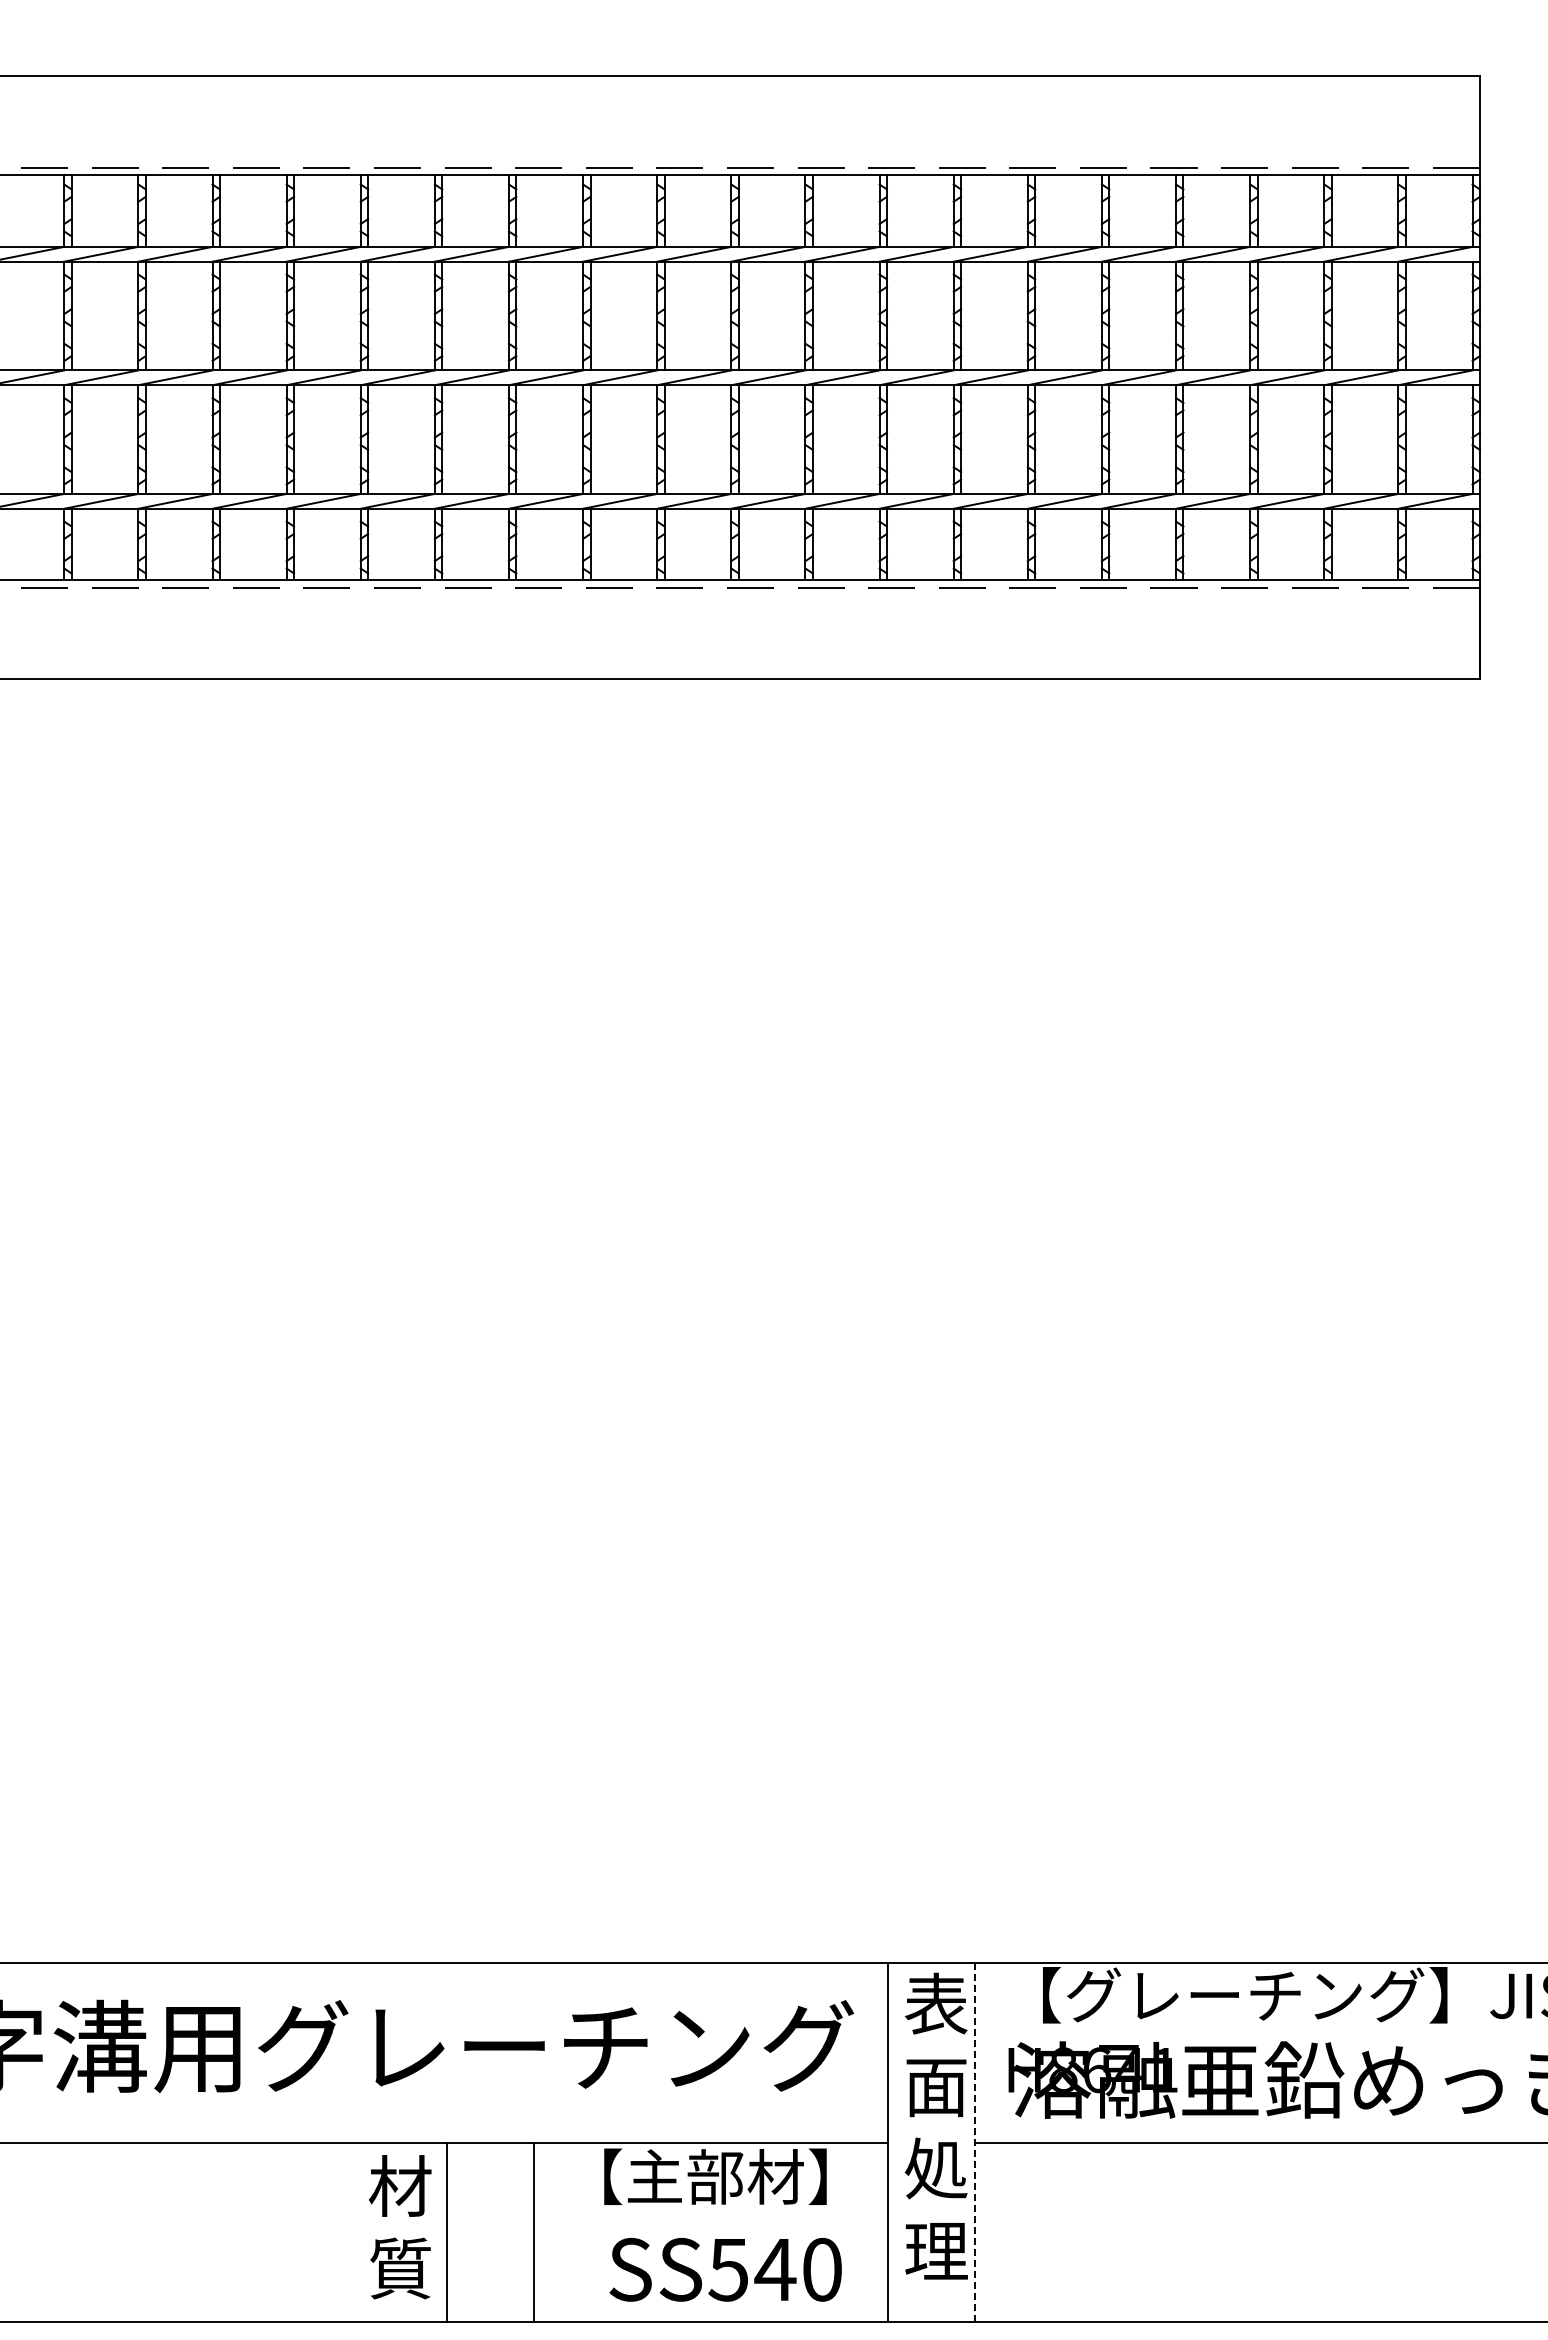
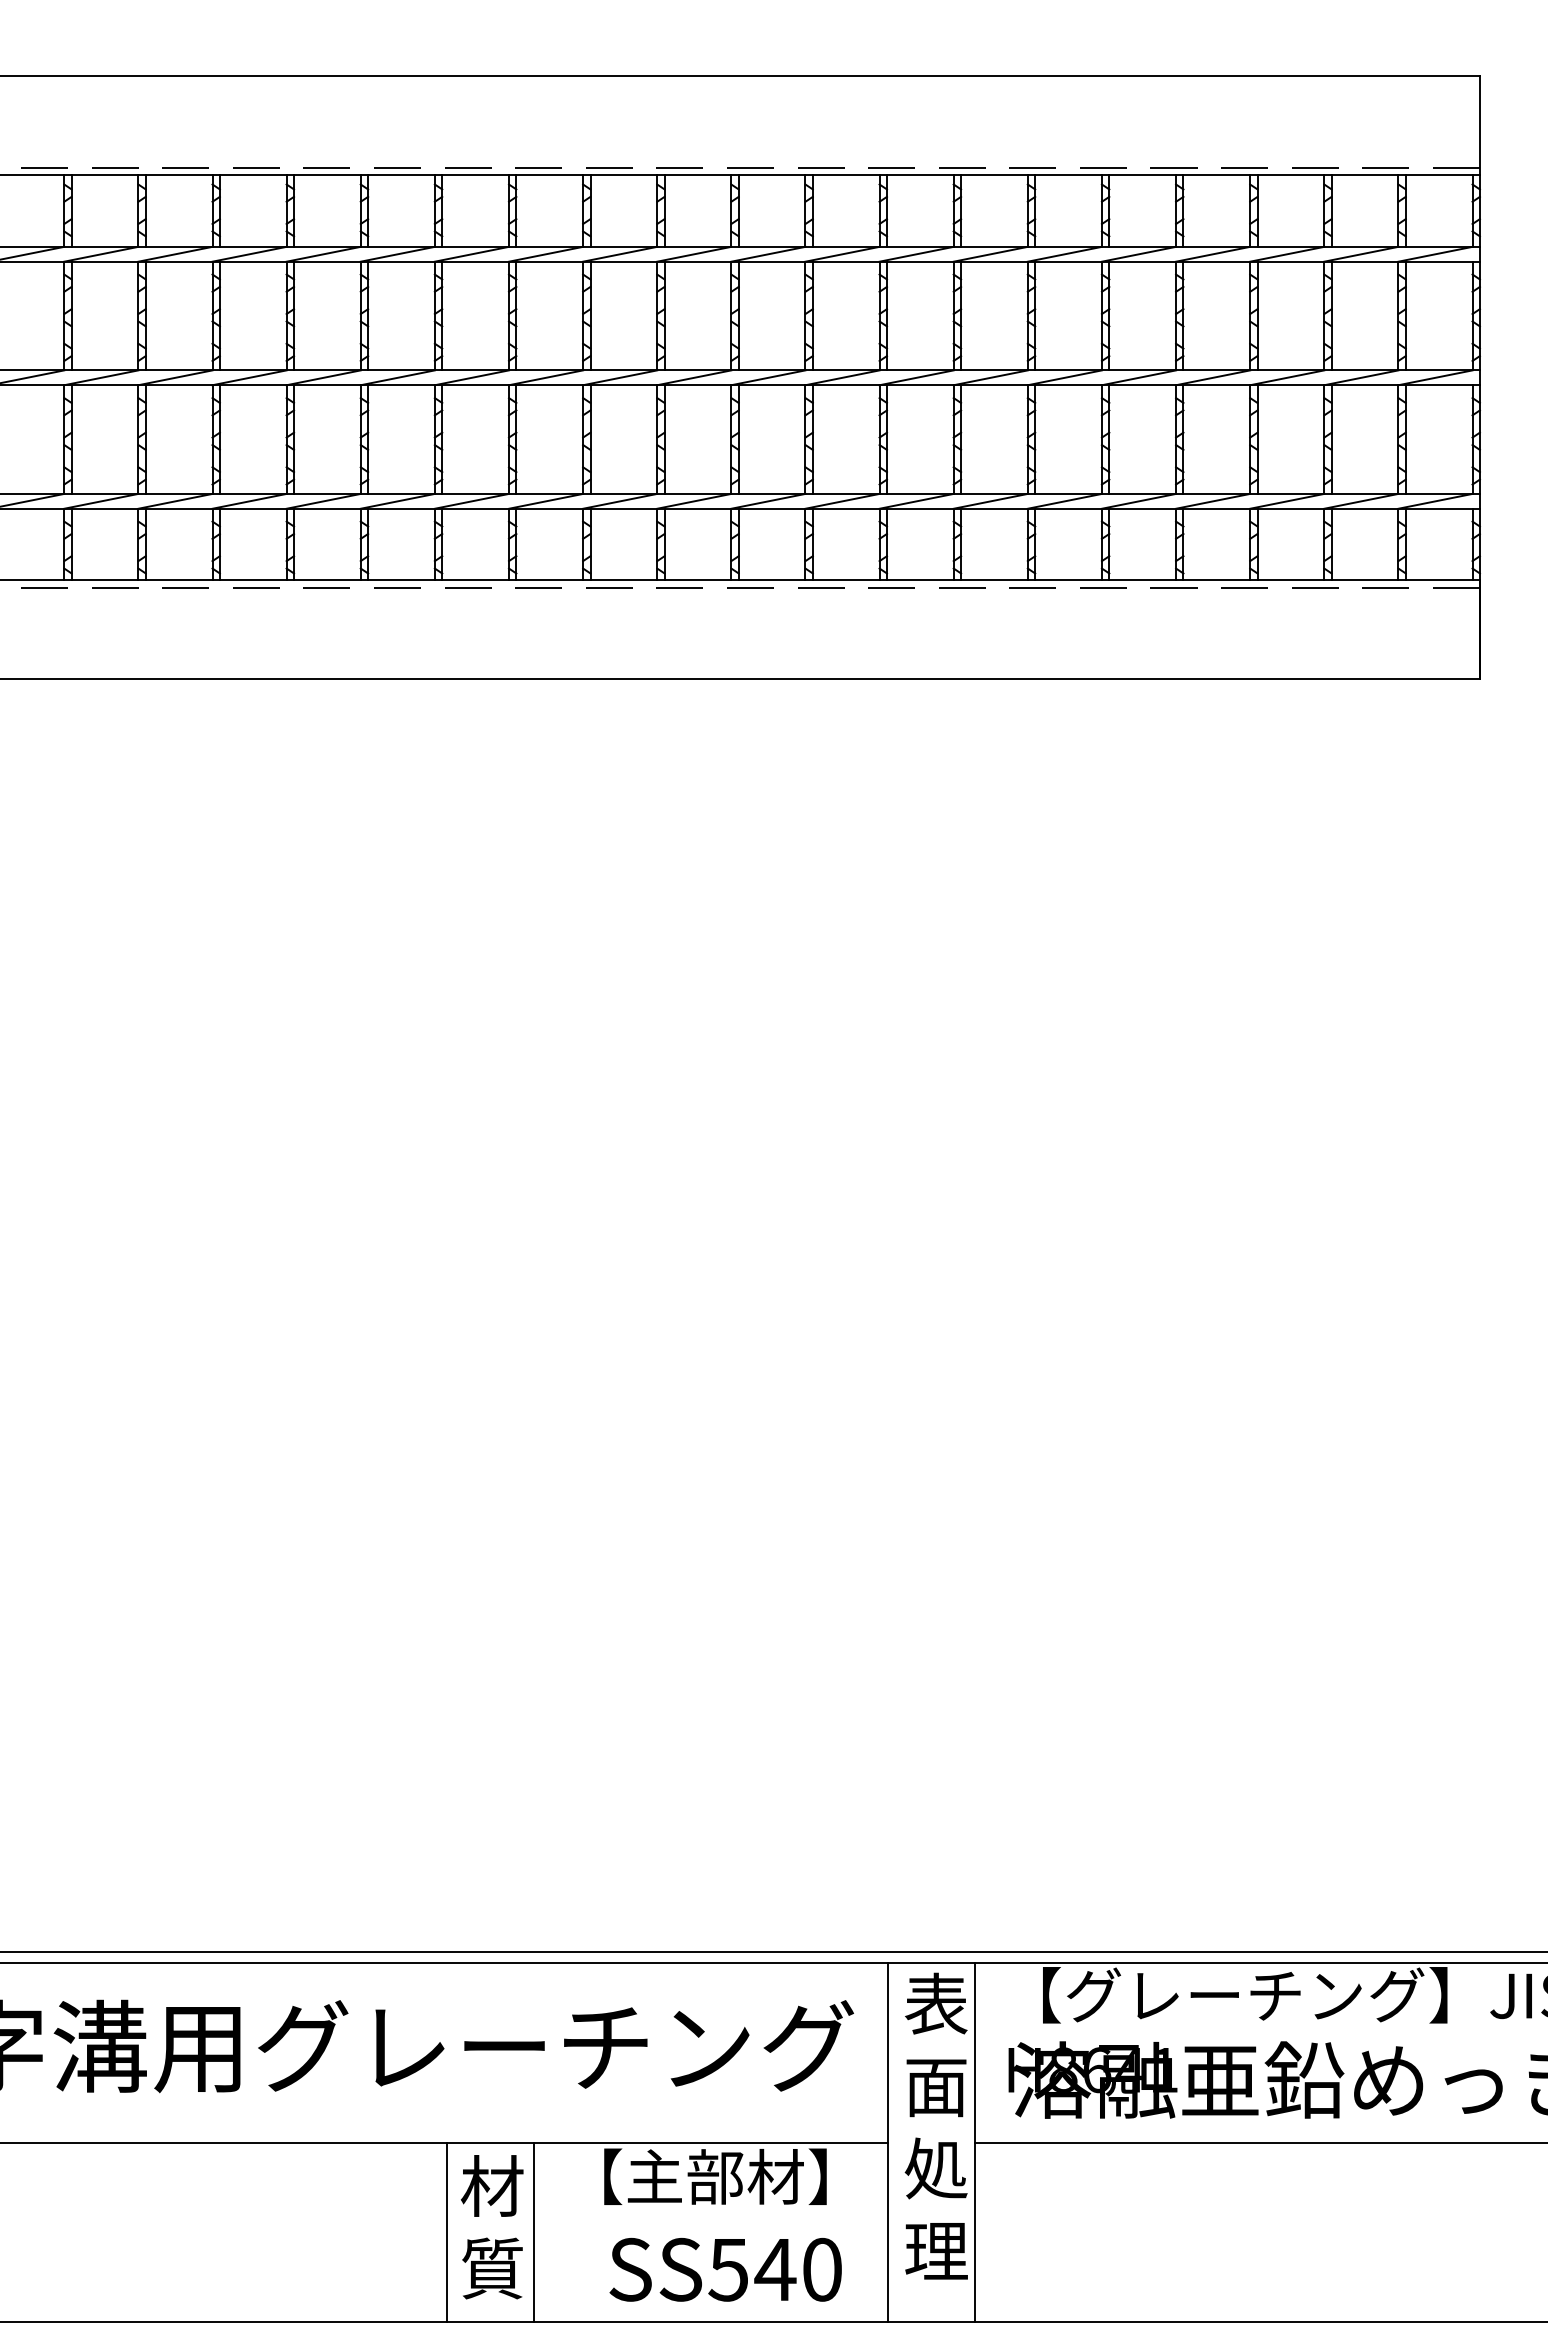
line at (773, 1951): none -> present
line at (974, 2142): dashed -> solid
text at (400, 2227) position: (400, 2227) -> (492, 2227)
